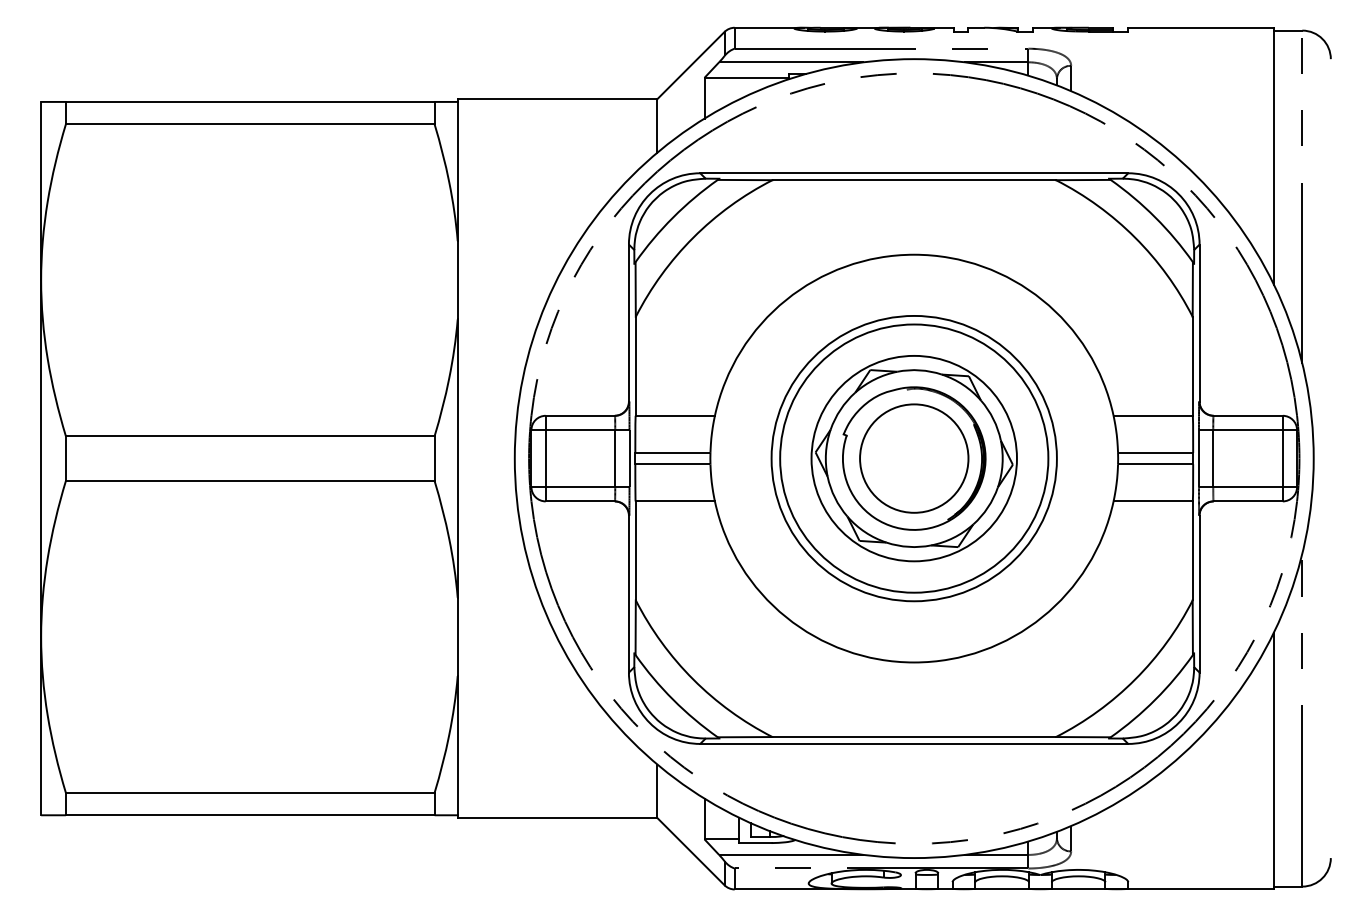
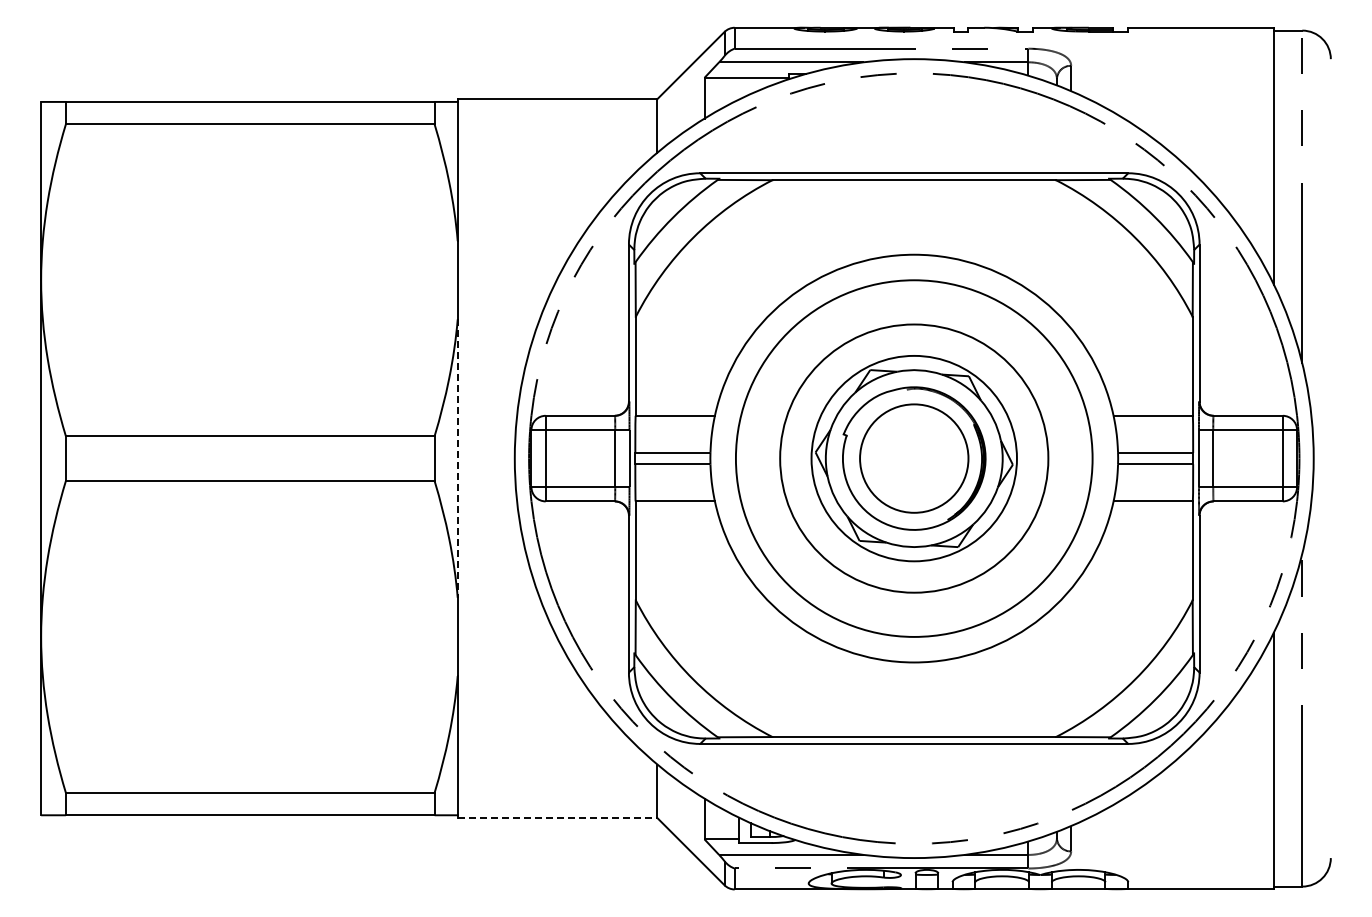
circle at (913, 458) diameter: 285 px -> 357 px
line at (457, 459): solid -> dashed
line at (557, 818): solid -> dashed
